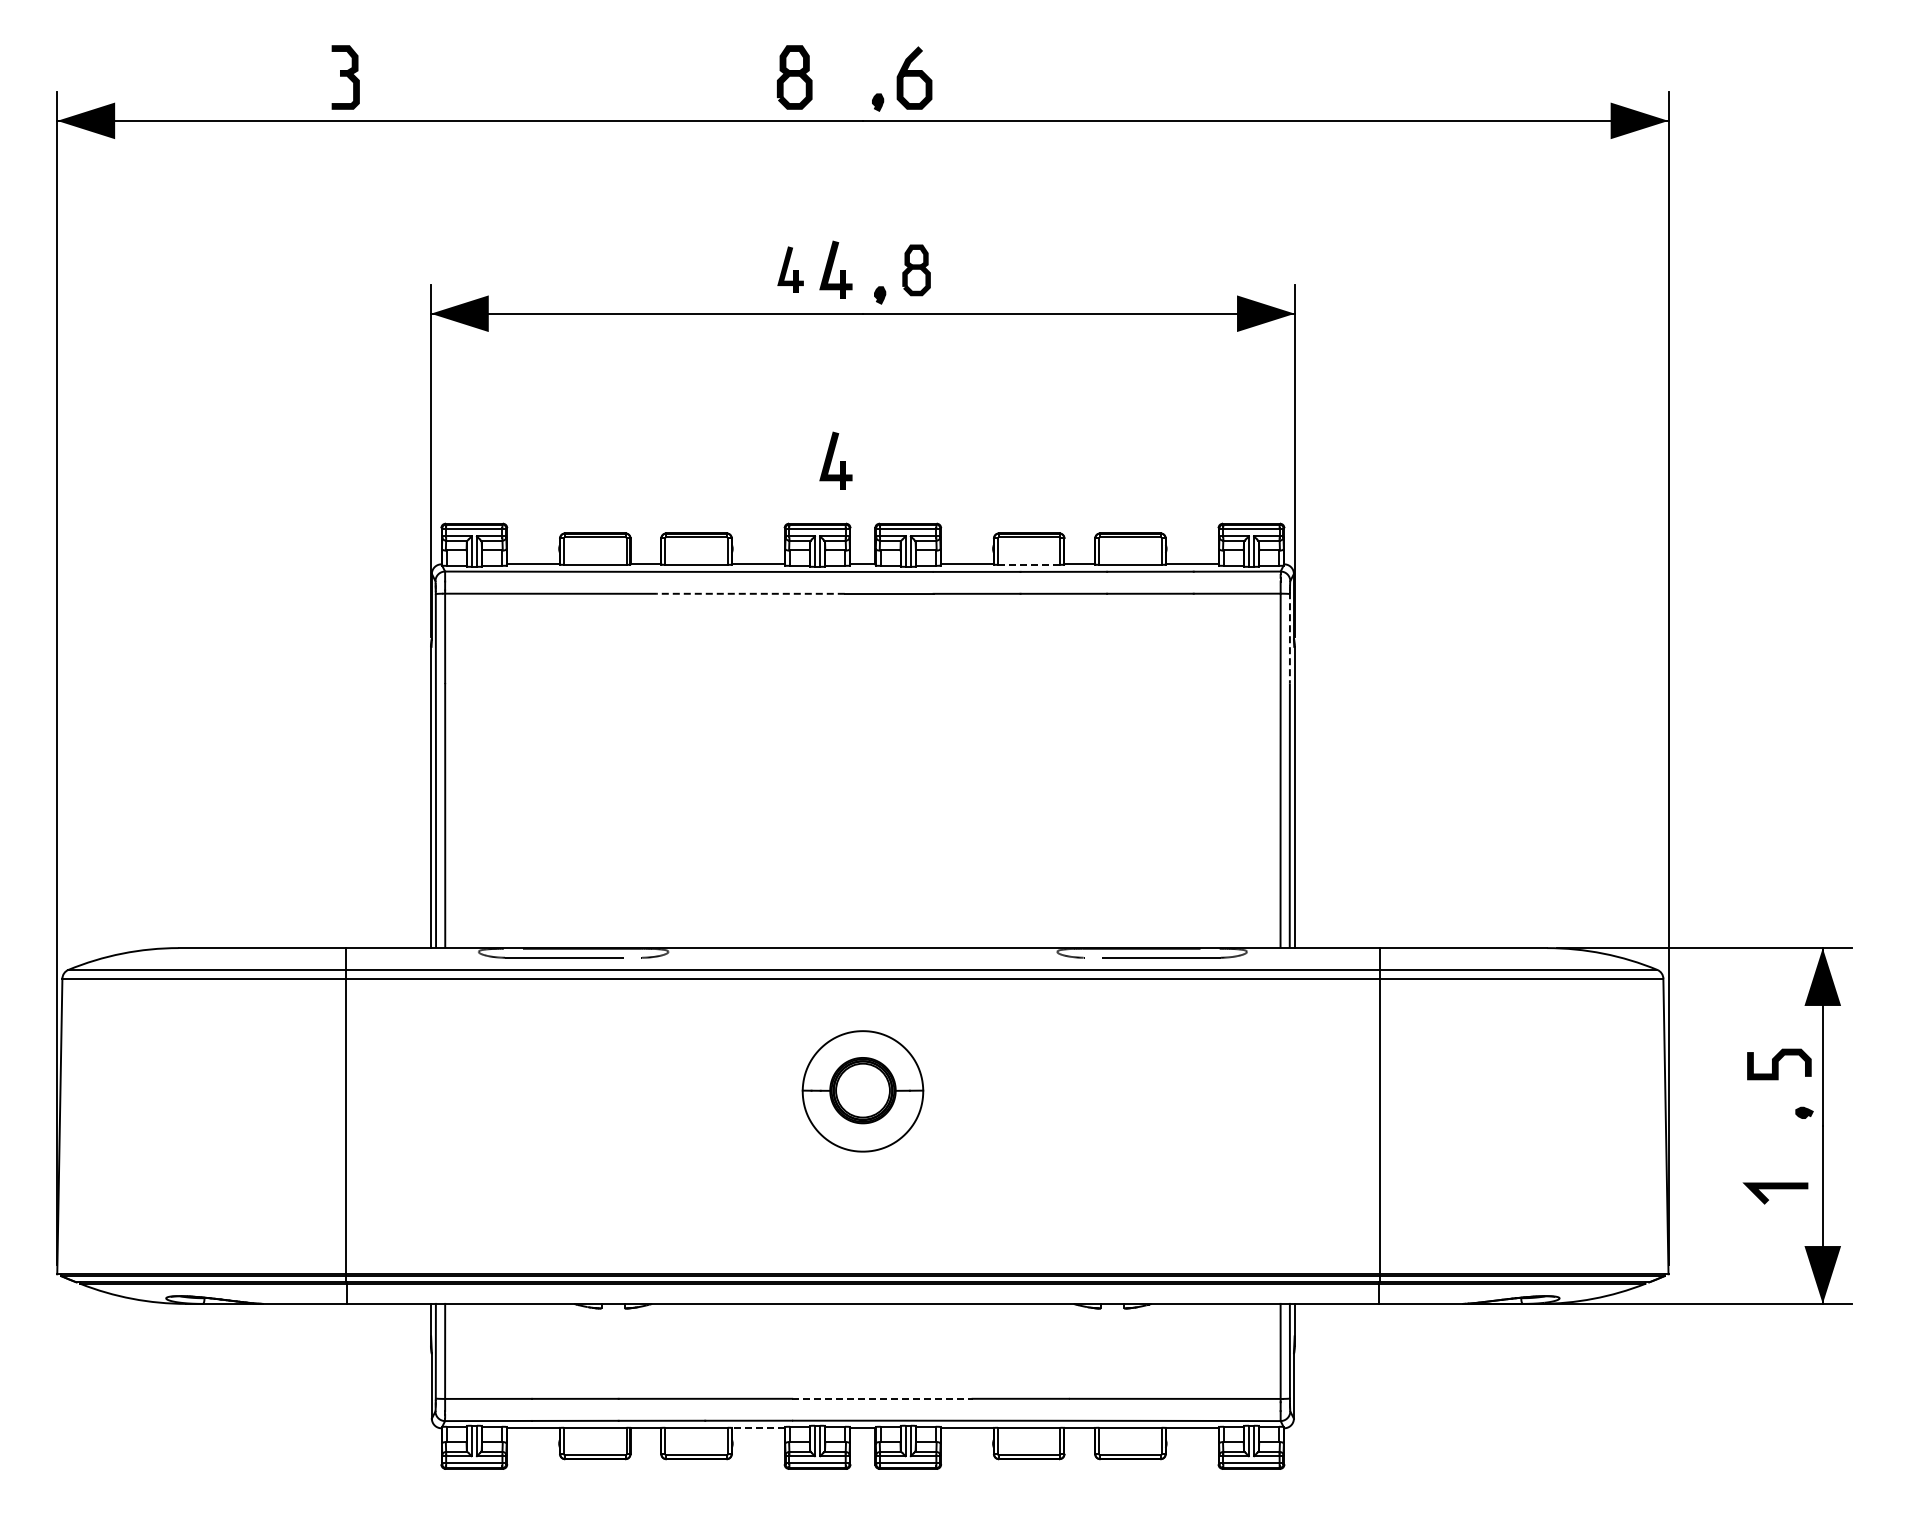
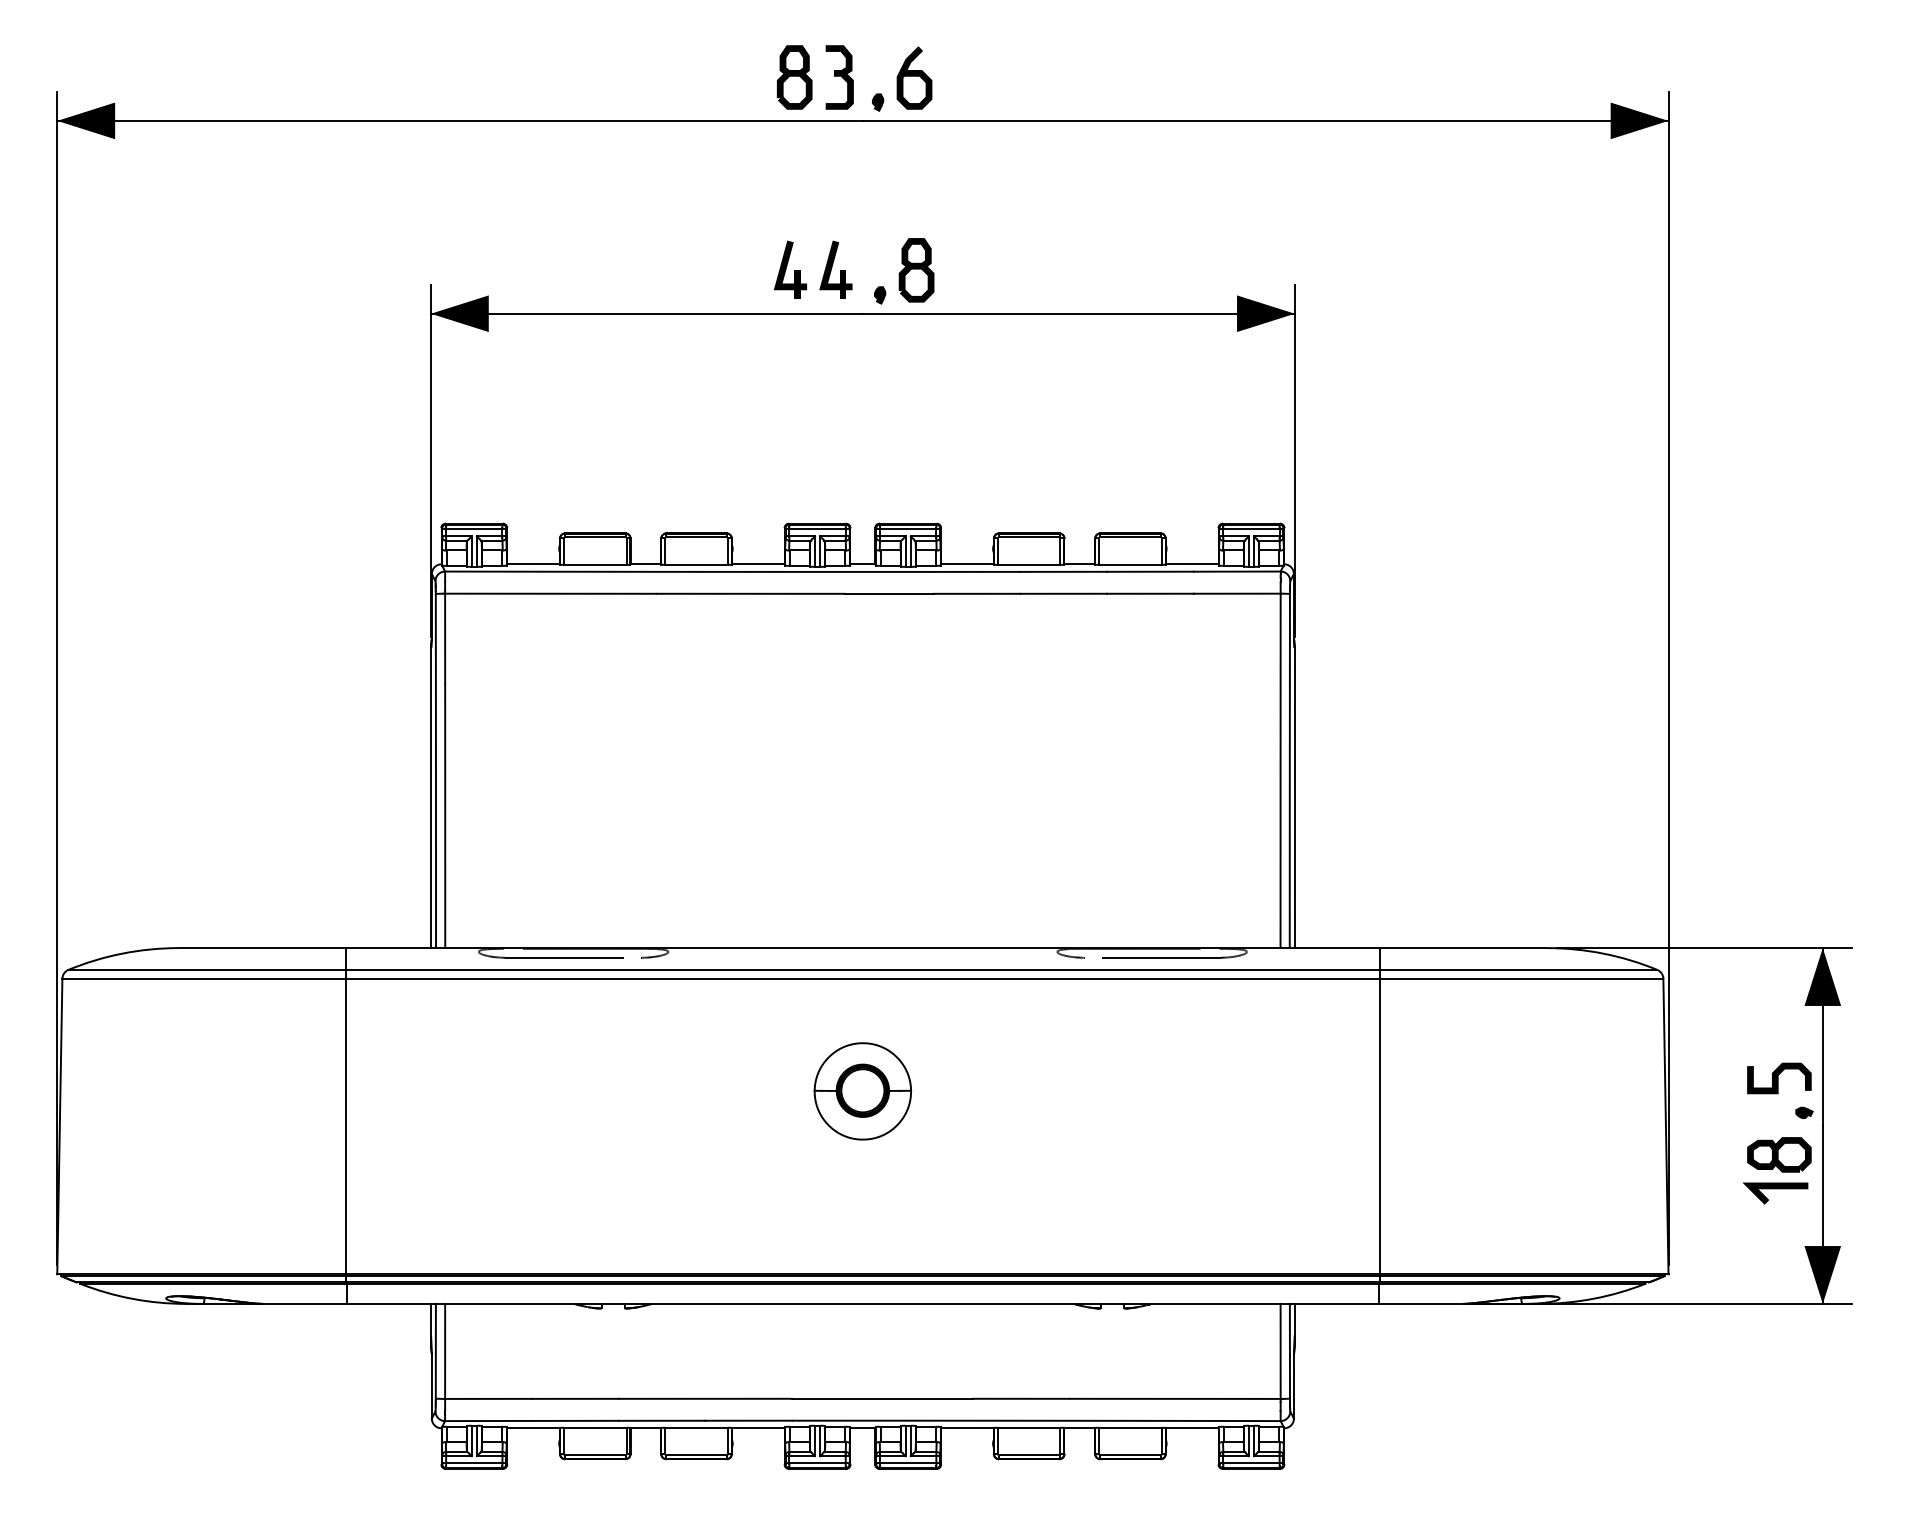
part at (345, 77) position: (345, 77) -> (839, 77)
part at (790, 269) size: 27x47 px -> 34x59 px
part at (916, 270) size: 29x53 px -> 37x65 px
part at (835, 460): present -> none
line at (1029, 564): dashed -> solid
line at (750, 593): dashed -> solid
line at (1289, 637): dashed -> solid
curve at (1778, 1064) position: (1778, 1064) -> (1778, 1078)
part at (862, 1091) size: 124x123 px -> 99x99 px
part at (1779, 1154): none -> present
line at (882, 1398): dashed -> solid
line at (758, 1428): dashed -> solid
